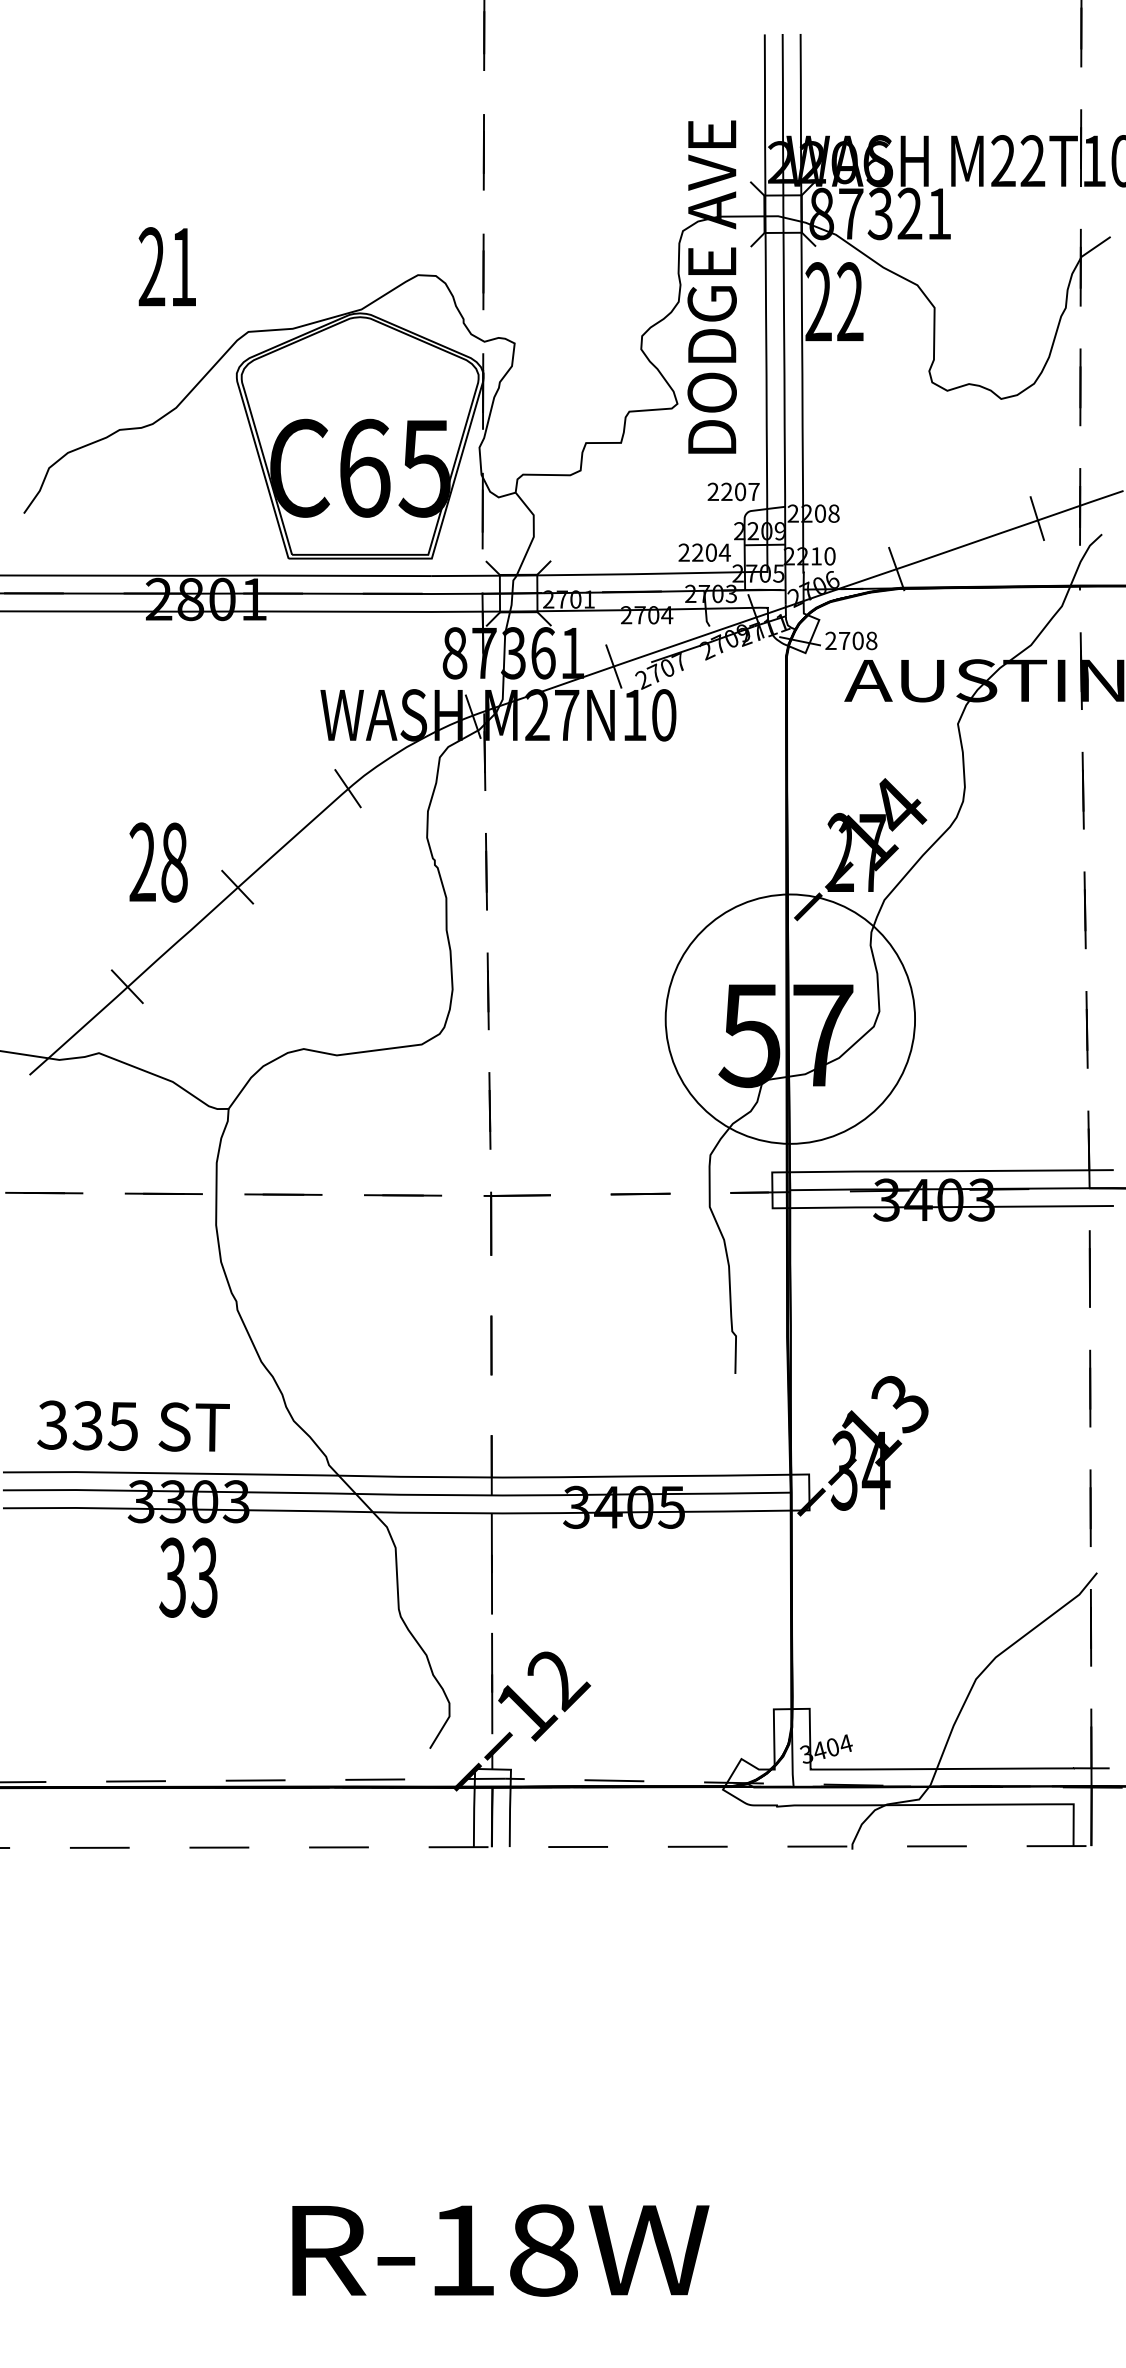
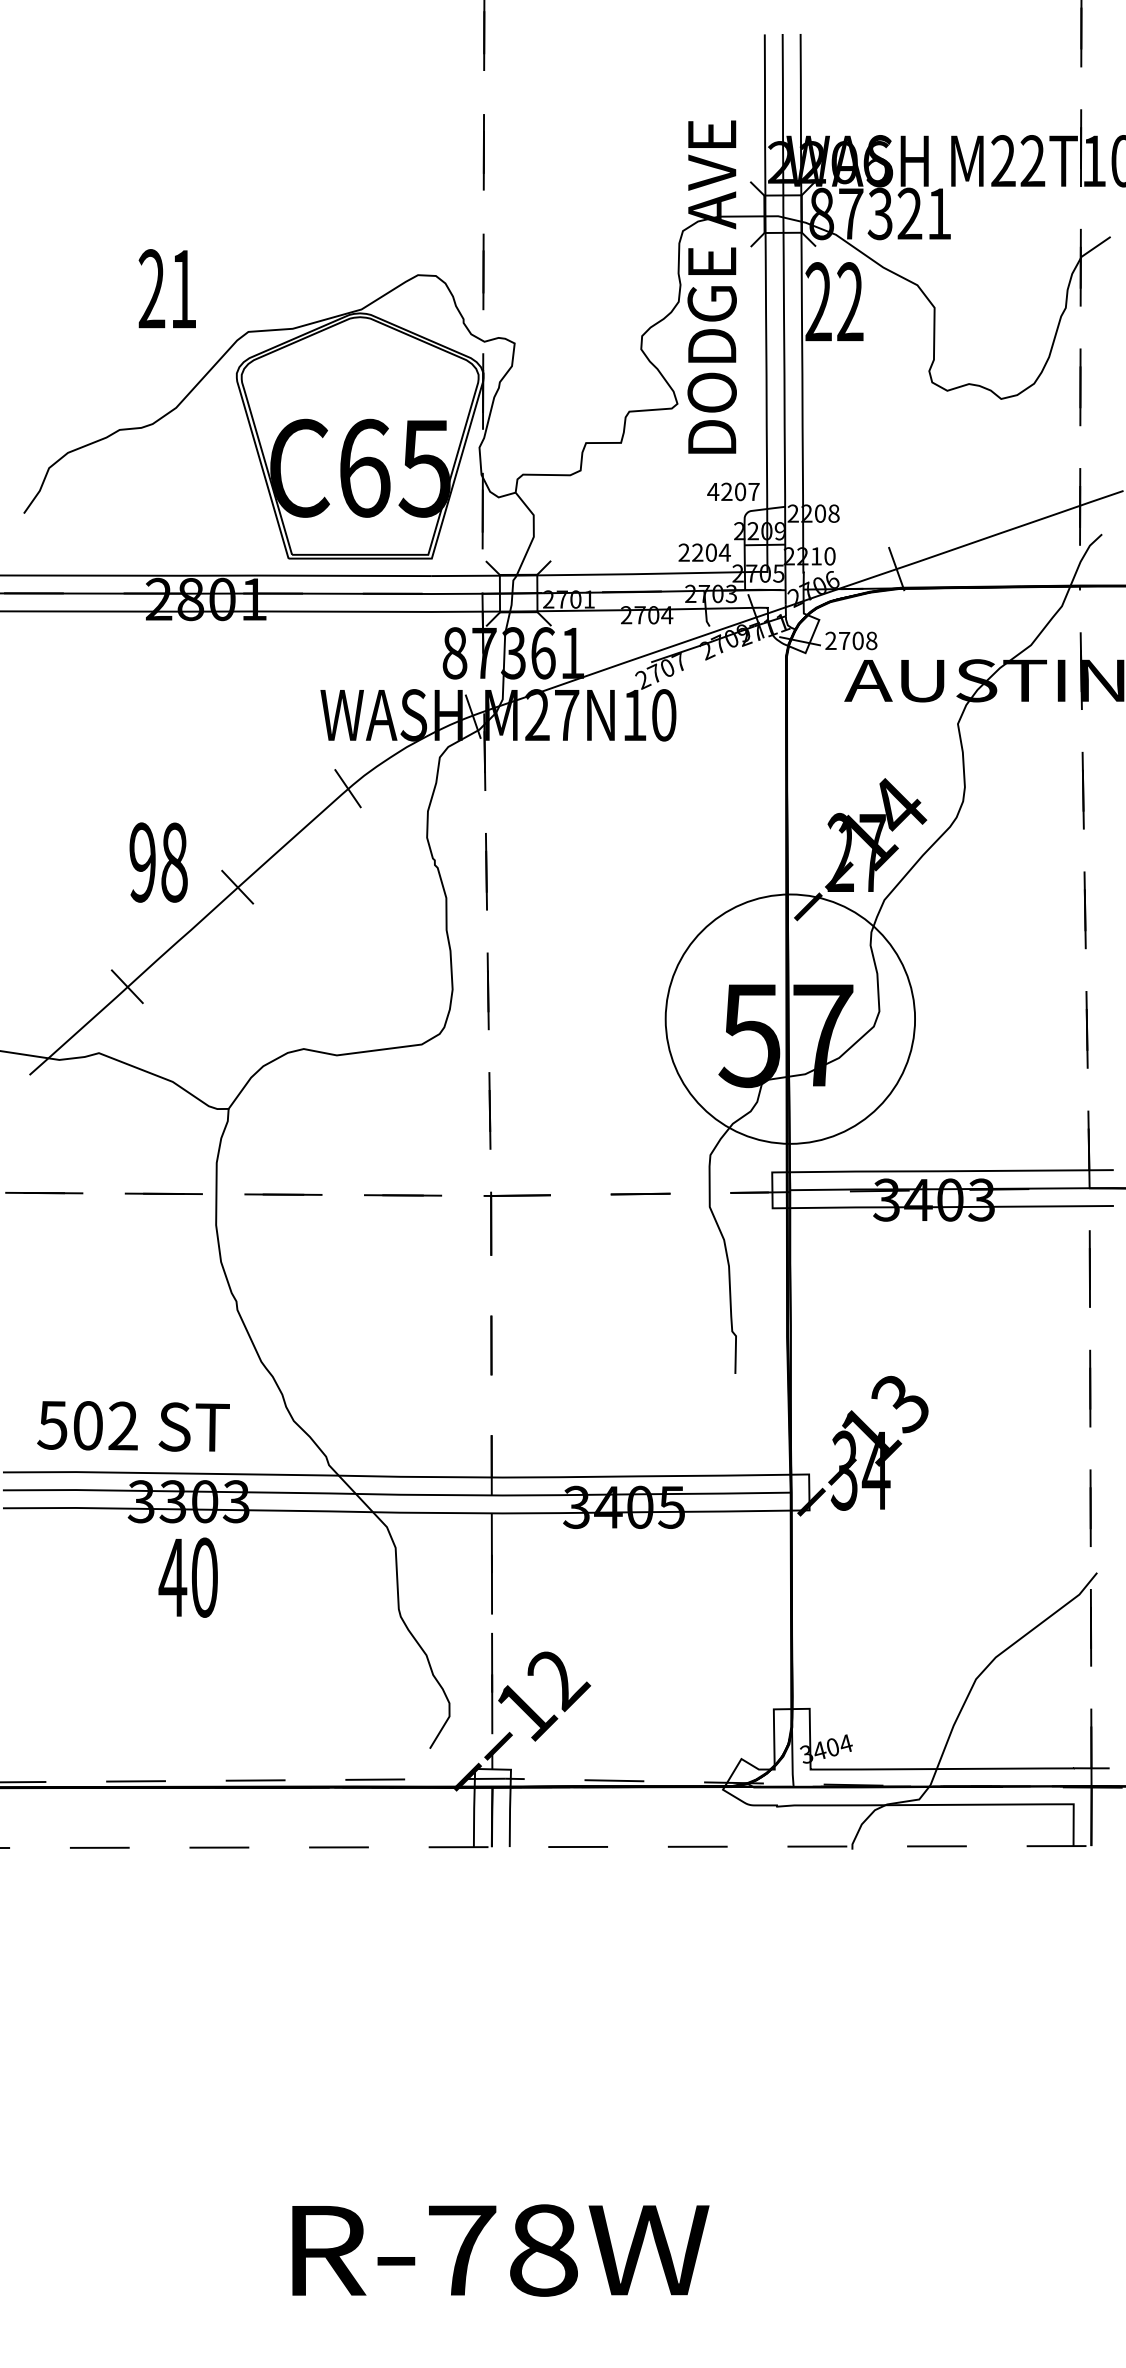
text at (166, 266) position: (166, 266) -> (166, 288)
text at (713, 491): 2207 -> 4207
line at (1037, 518): present -> none
line at (613, 666): present -> none
text at (142, 862): 28 -> 98
text at (87, 1425): 335 -> 502
text at (187, 1577): 33 -> 40
text at (462, 2250): R-18W -> R-78W
